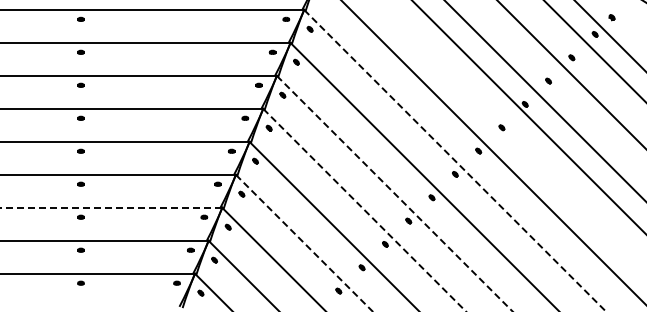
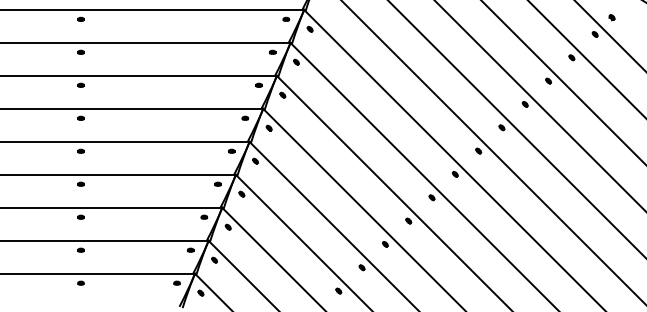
line at (594, 50) position: (594, 50) -> (586, 59)
line at (571, 74) position: (571, 74) -> (563, 82)
line at (544, 100) position: (544, 100) -> (539, 105)
line at (528, 116) position: (528, 116) -> (516, 128)
line at (455, 161): dashed -> solid
line at (395, 193): dashed -> solid
line at (111, 207): dashed -> solid
line at (365, 210): dashed -> solid
line at (304, 243): dashed -> solid
